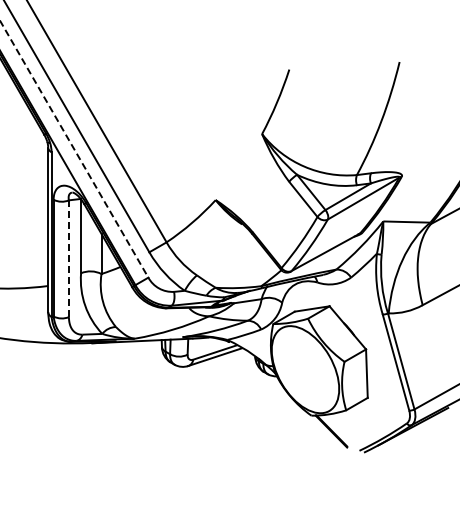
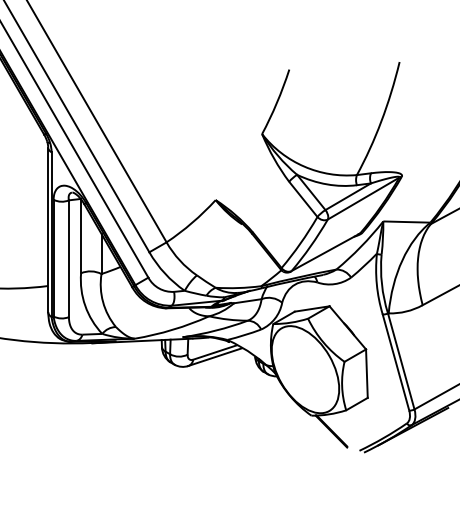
line at (74, 149): dashed -> solid
line at (68, 259): dashed -> solid
